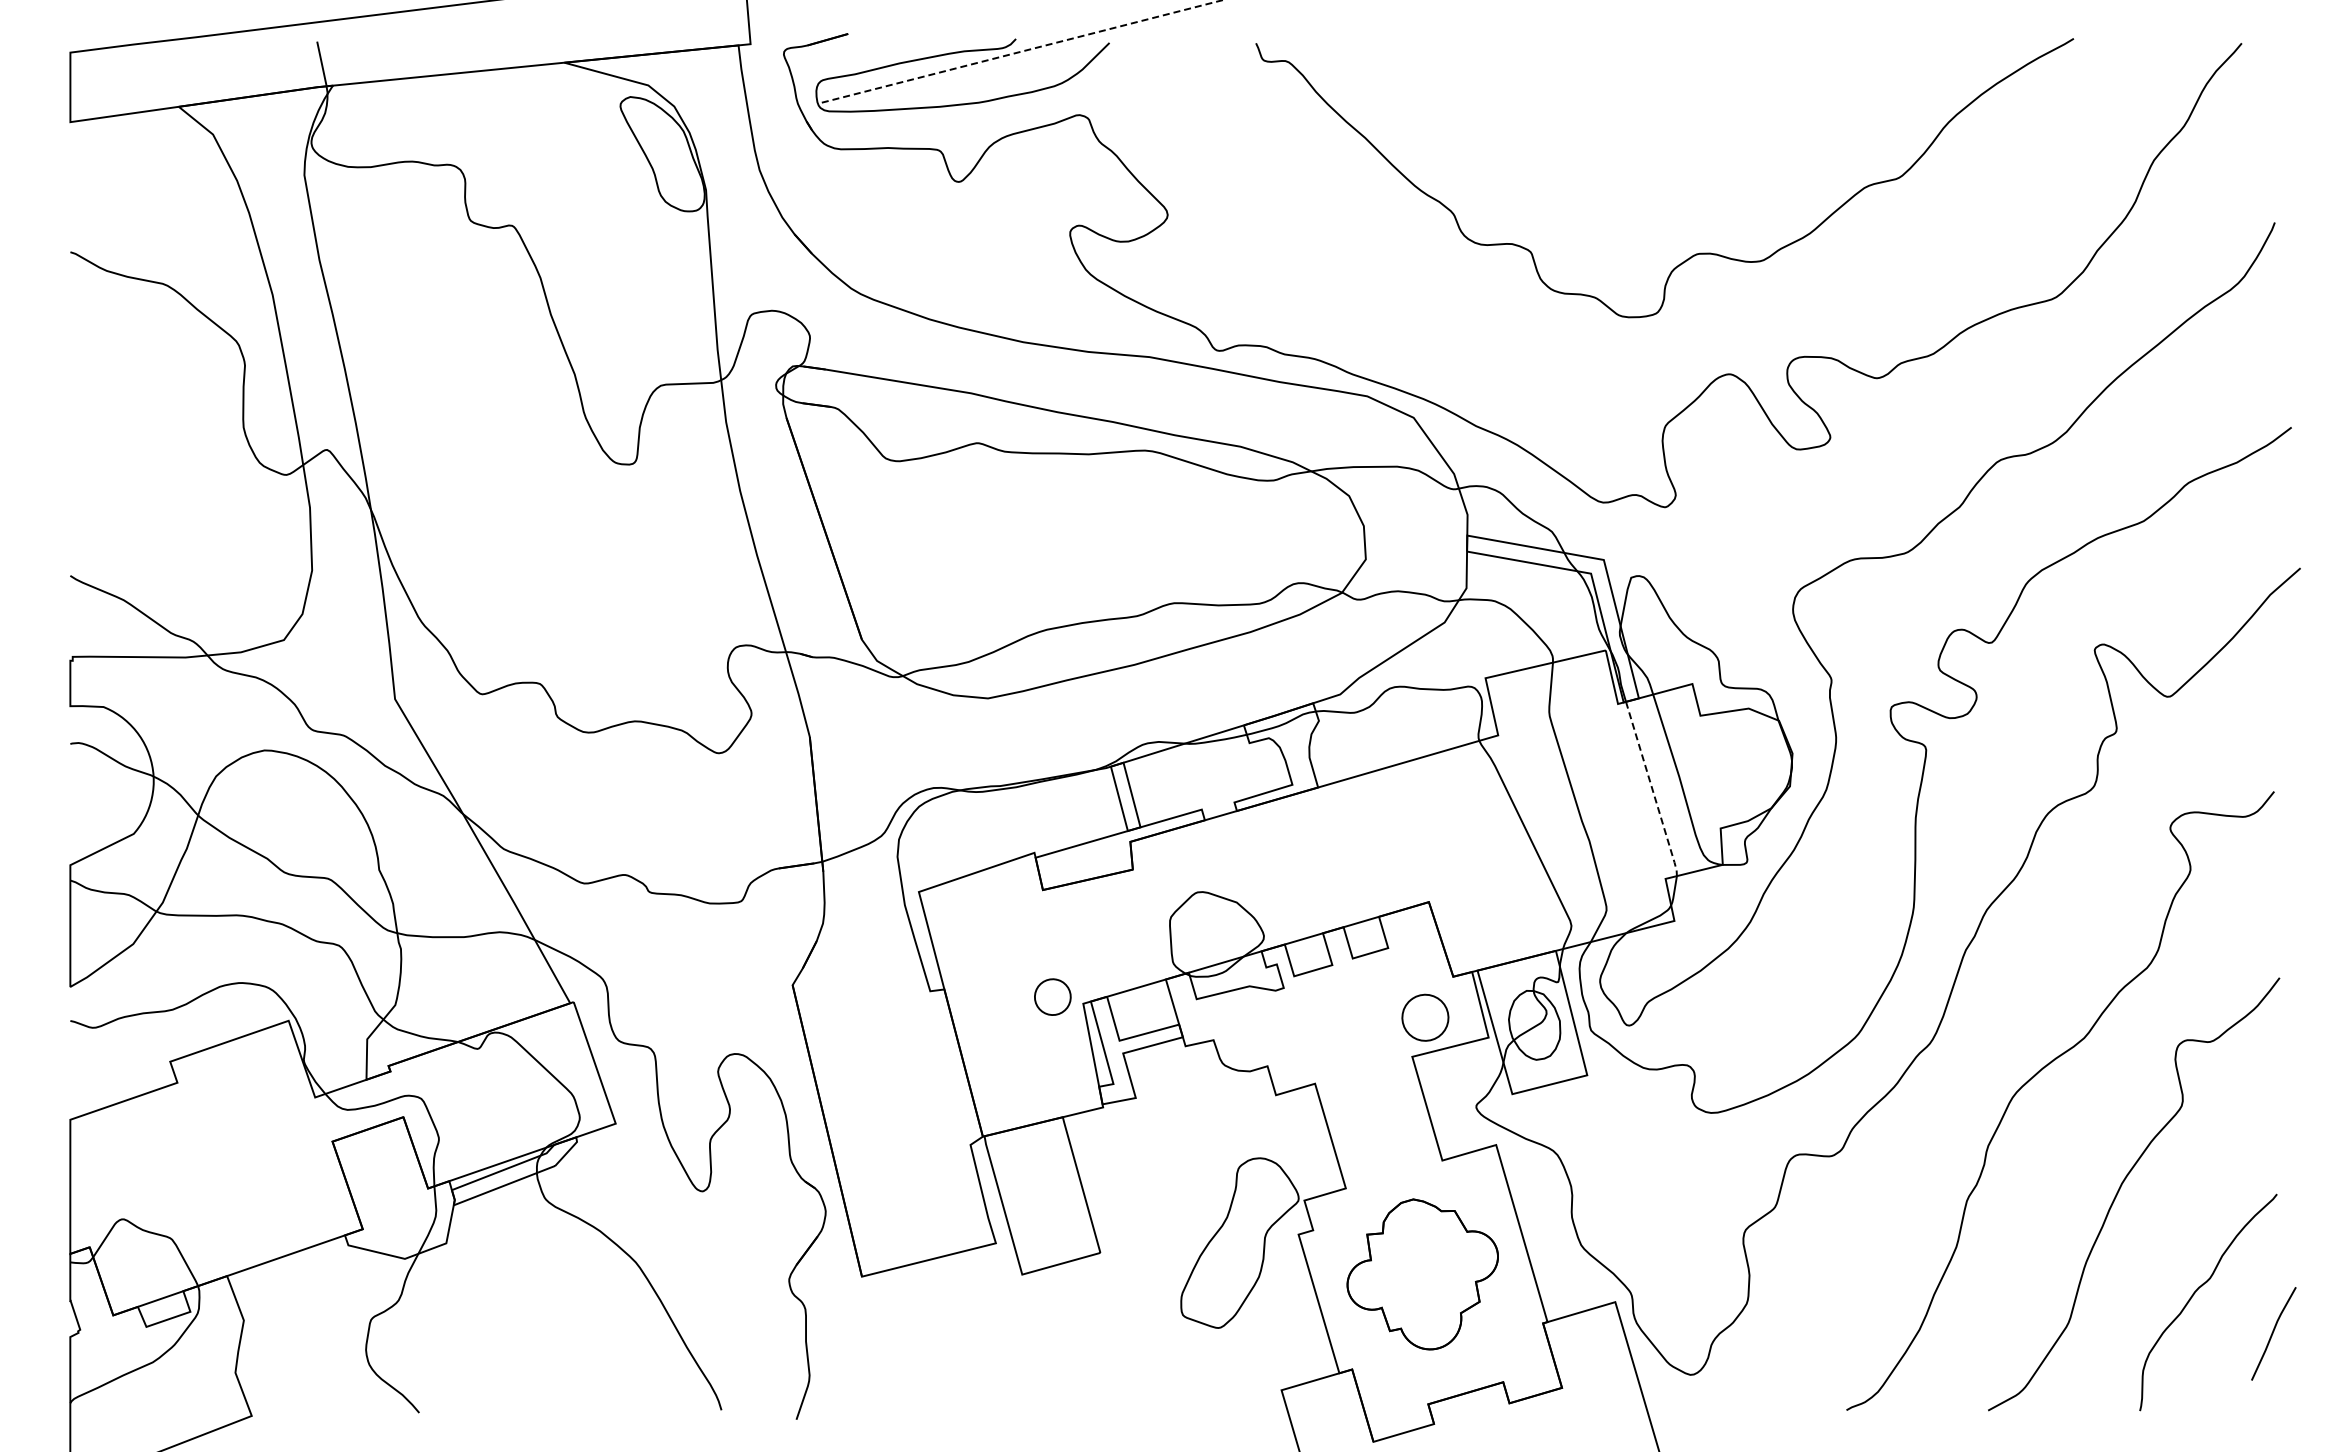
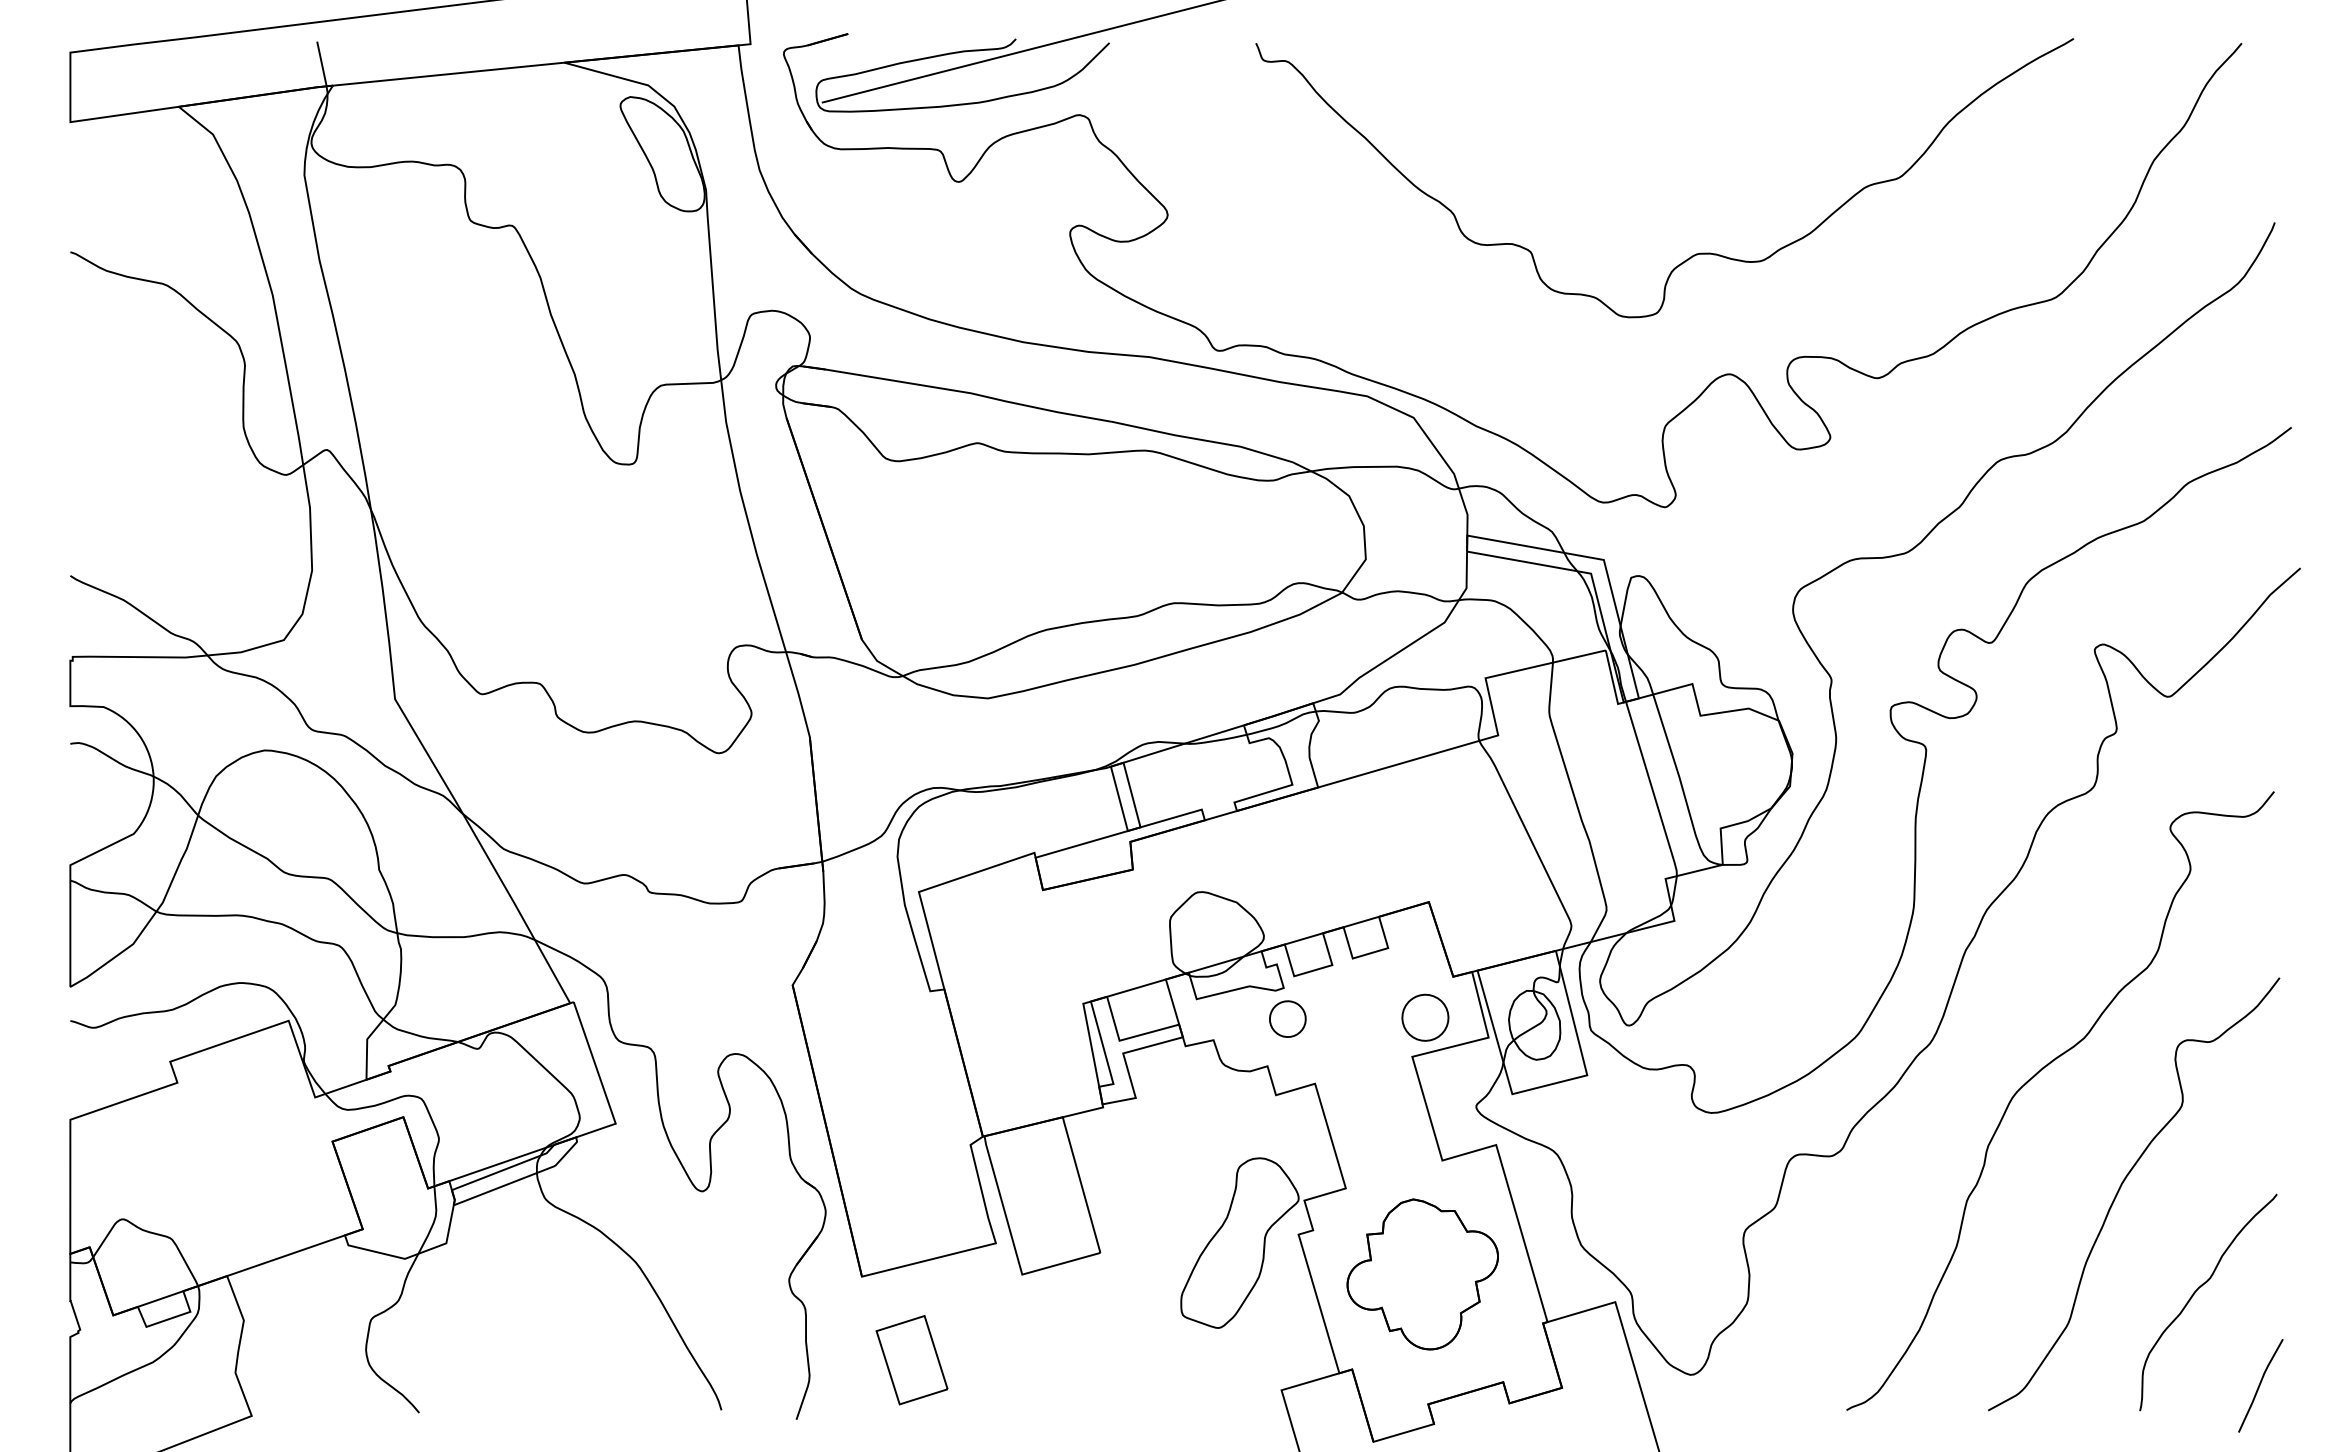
line at (1023, 51): dashed -> solid
line at (1652, 790): dashed -> solid
part at (1052, 996) position: (1052, 996) -> (1287, 1018)
line at (2273, 1333) position: (2273, 1333) -> (2260, 1385)
part at (911, 1360): none -> present
